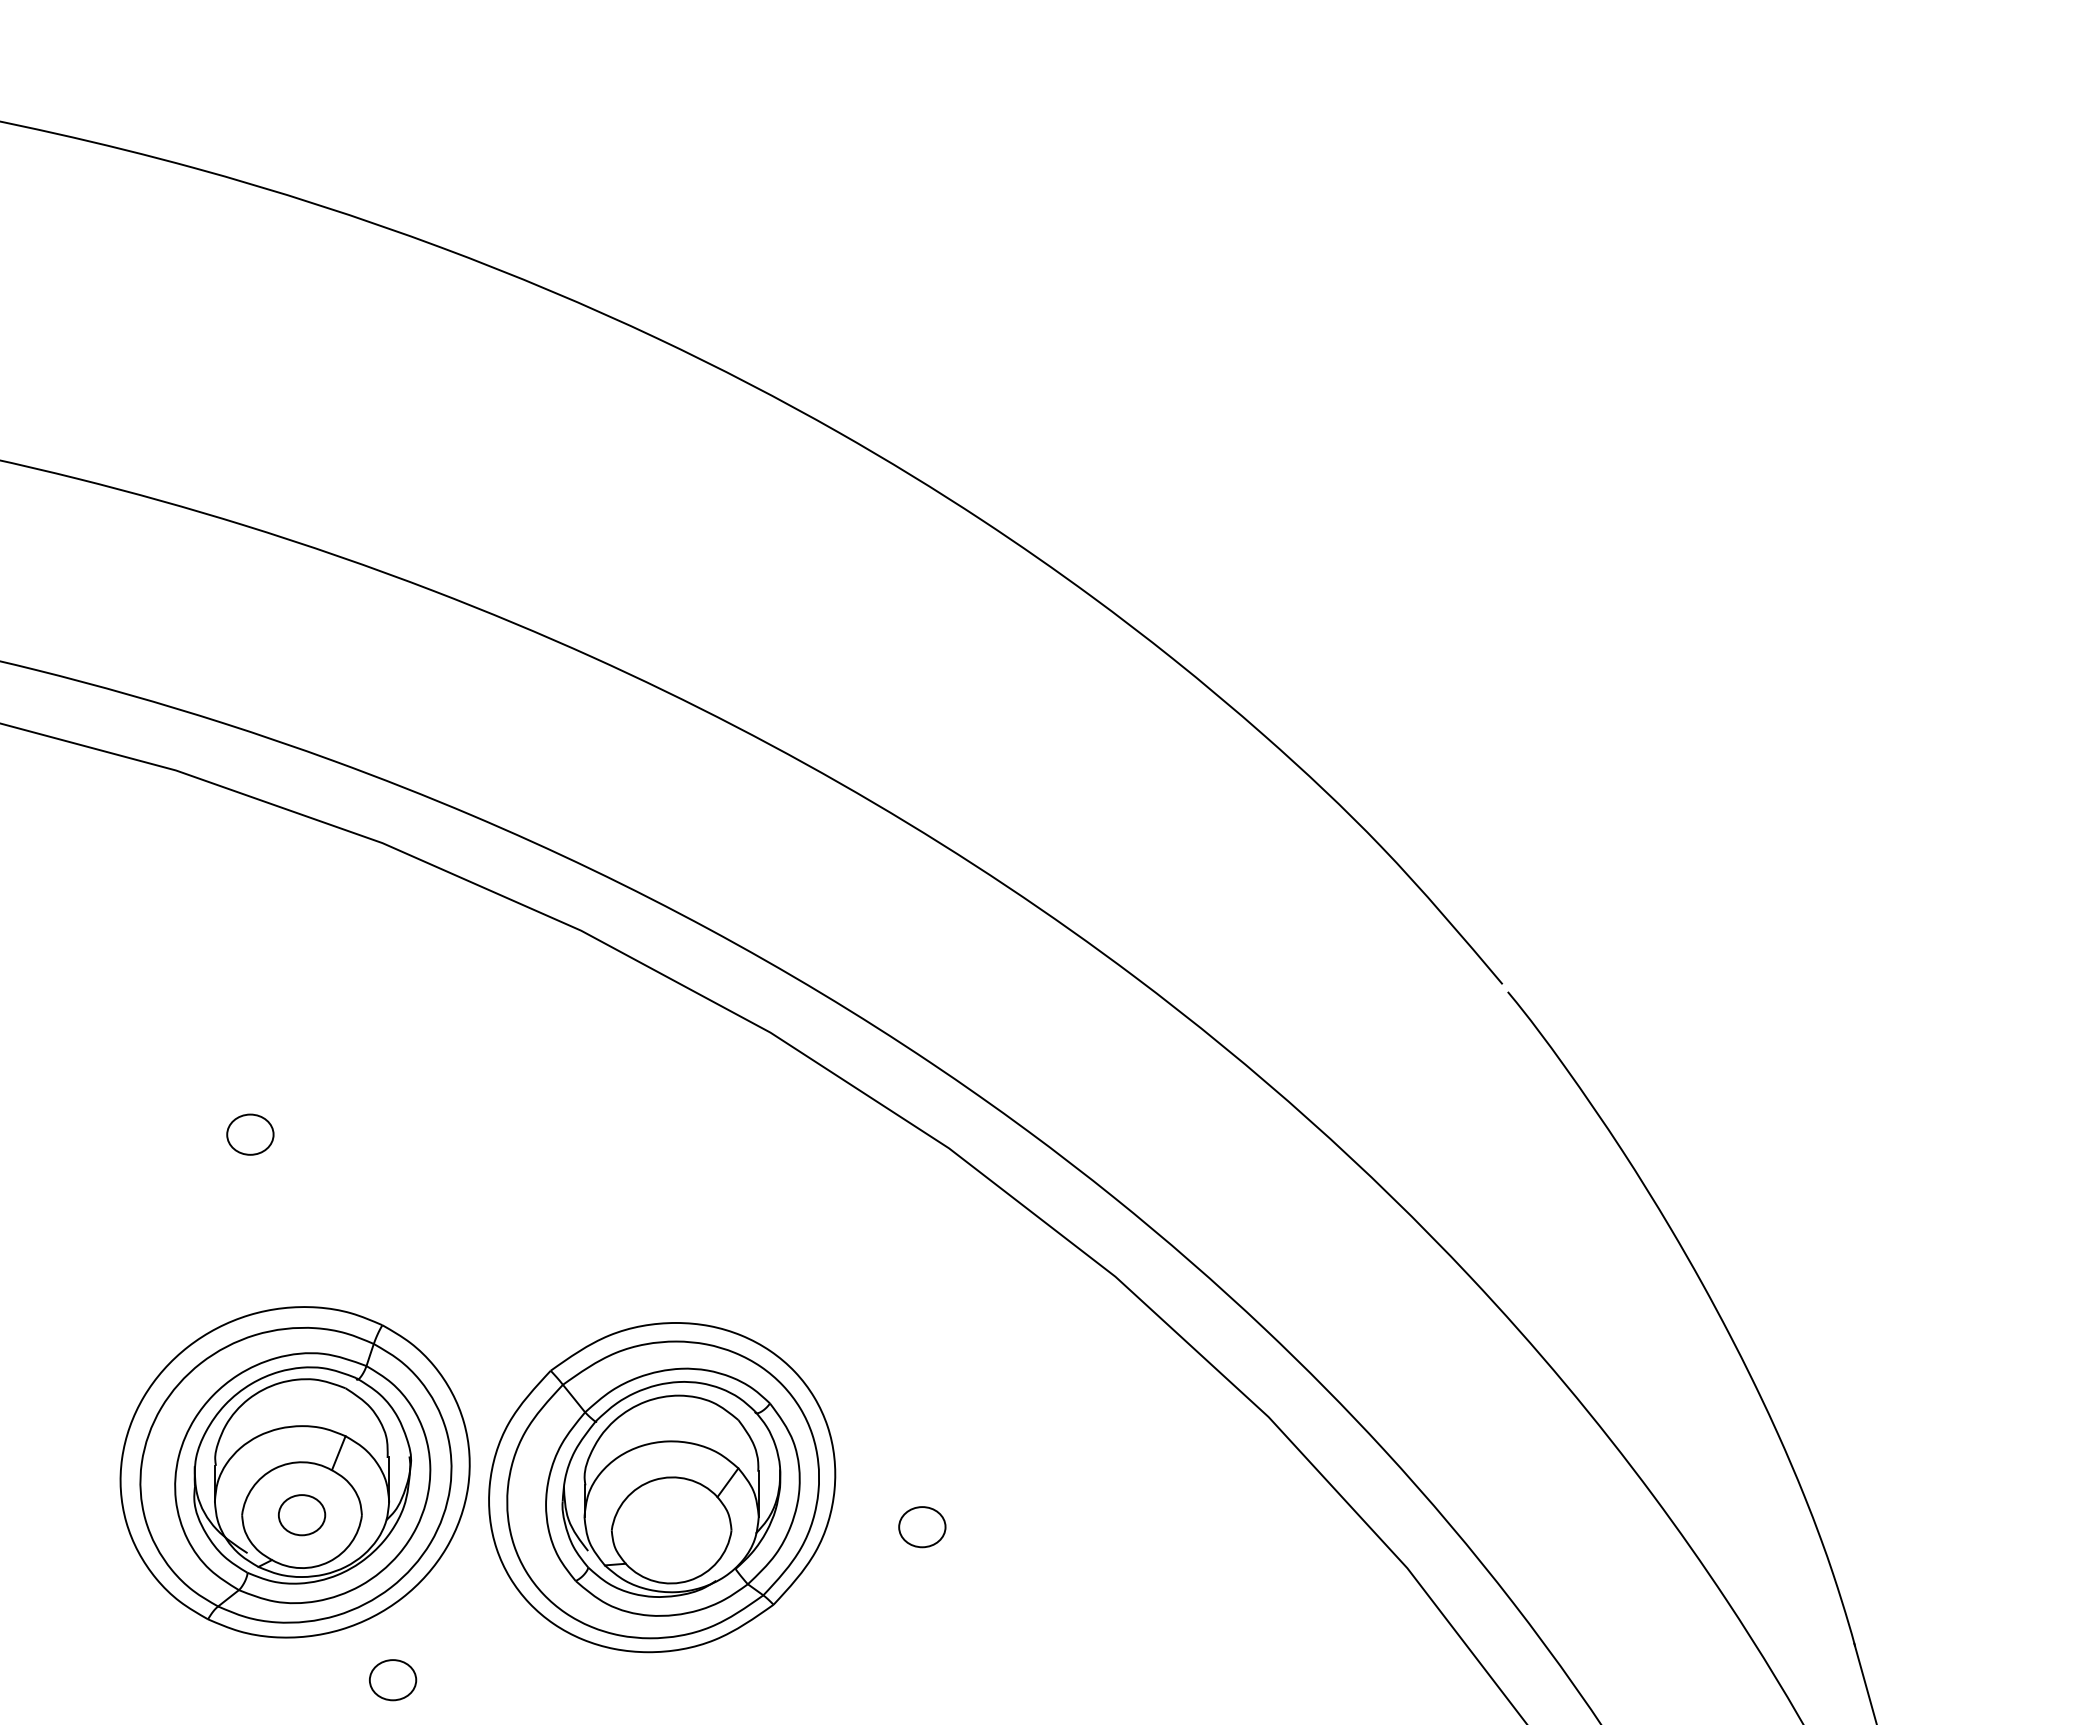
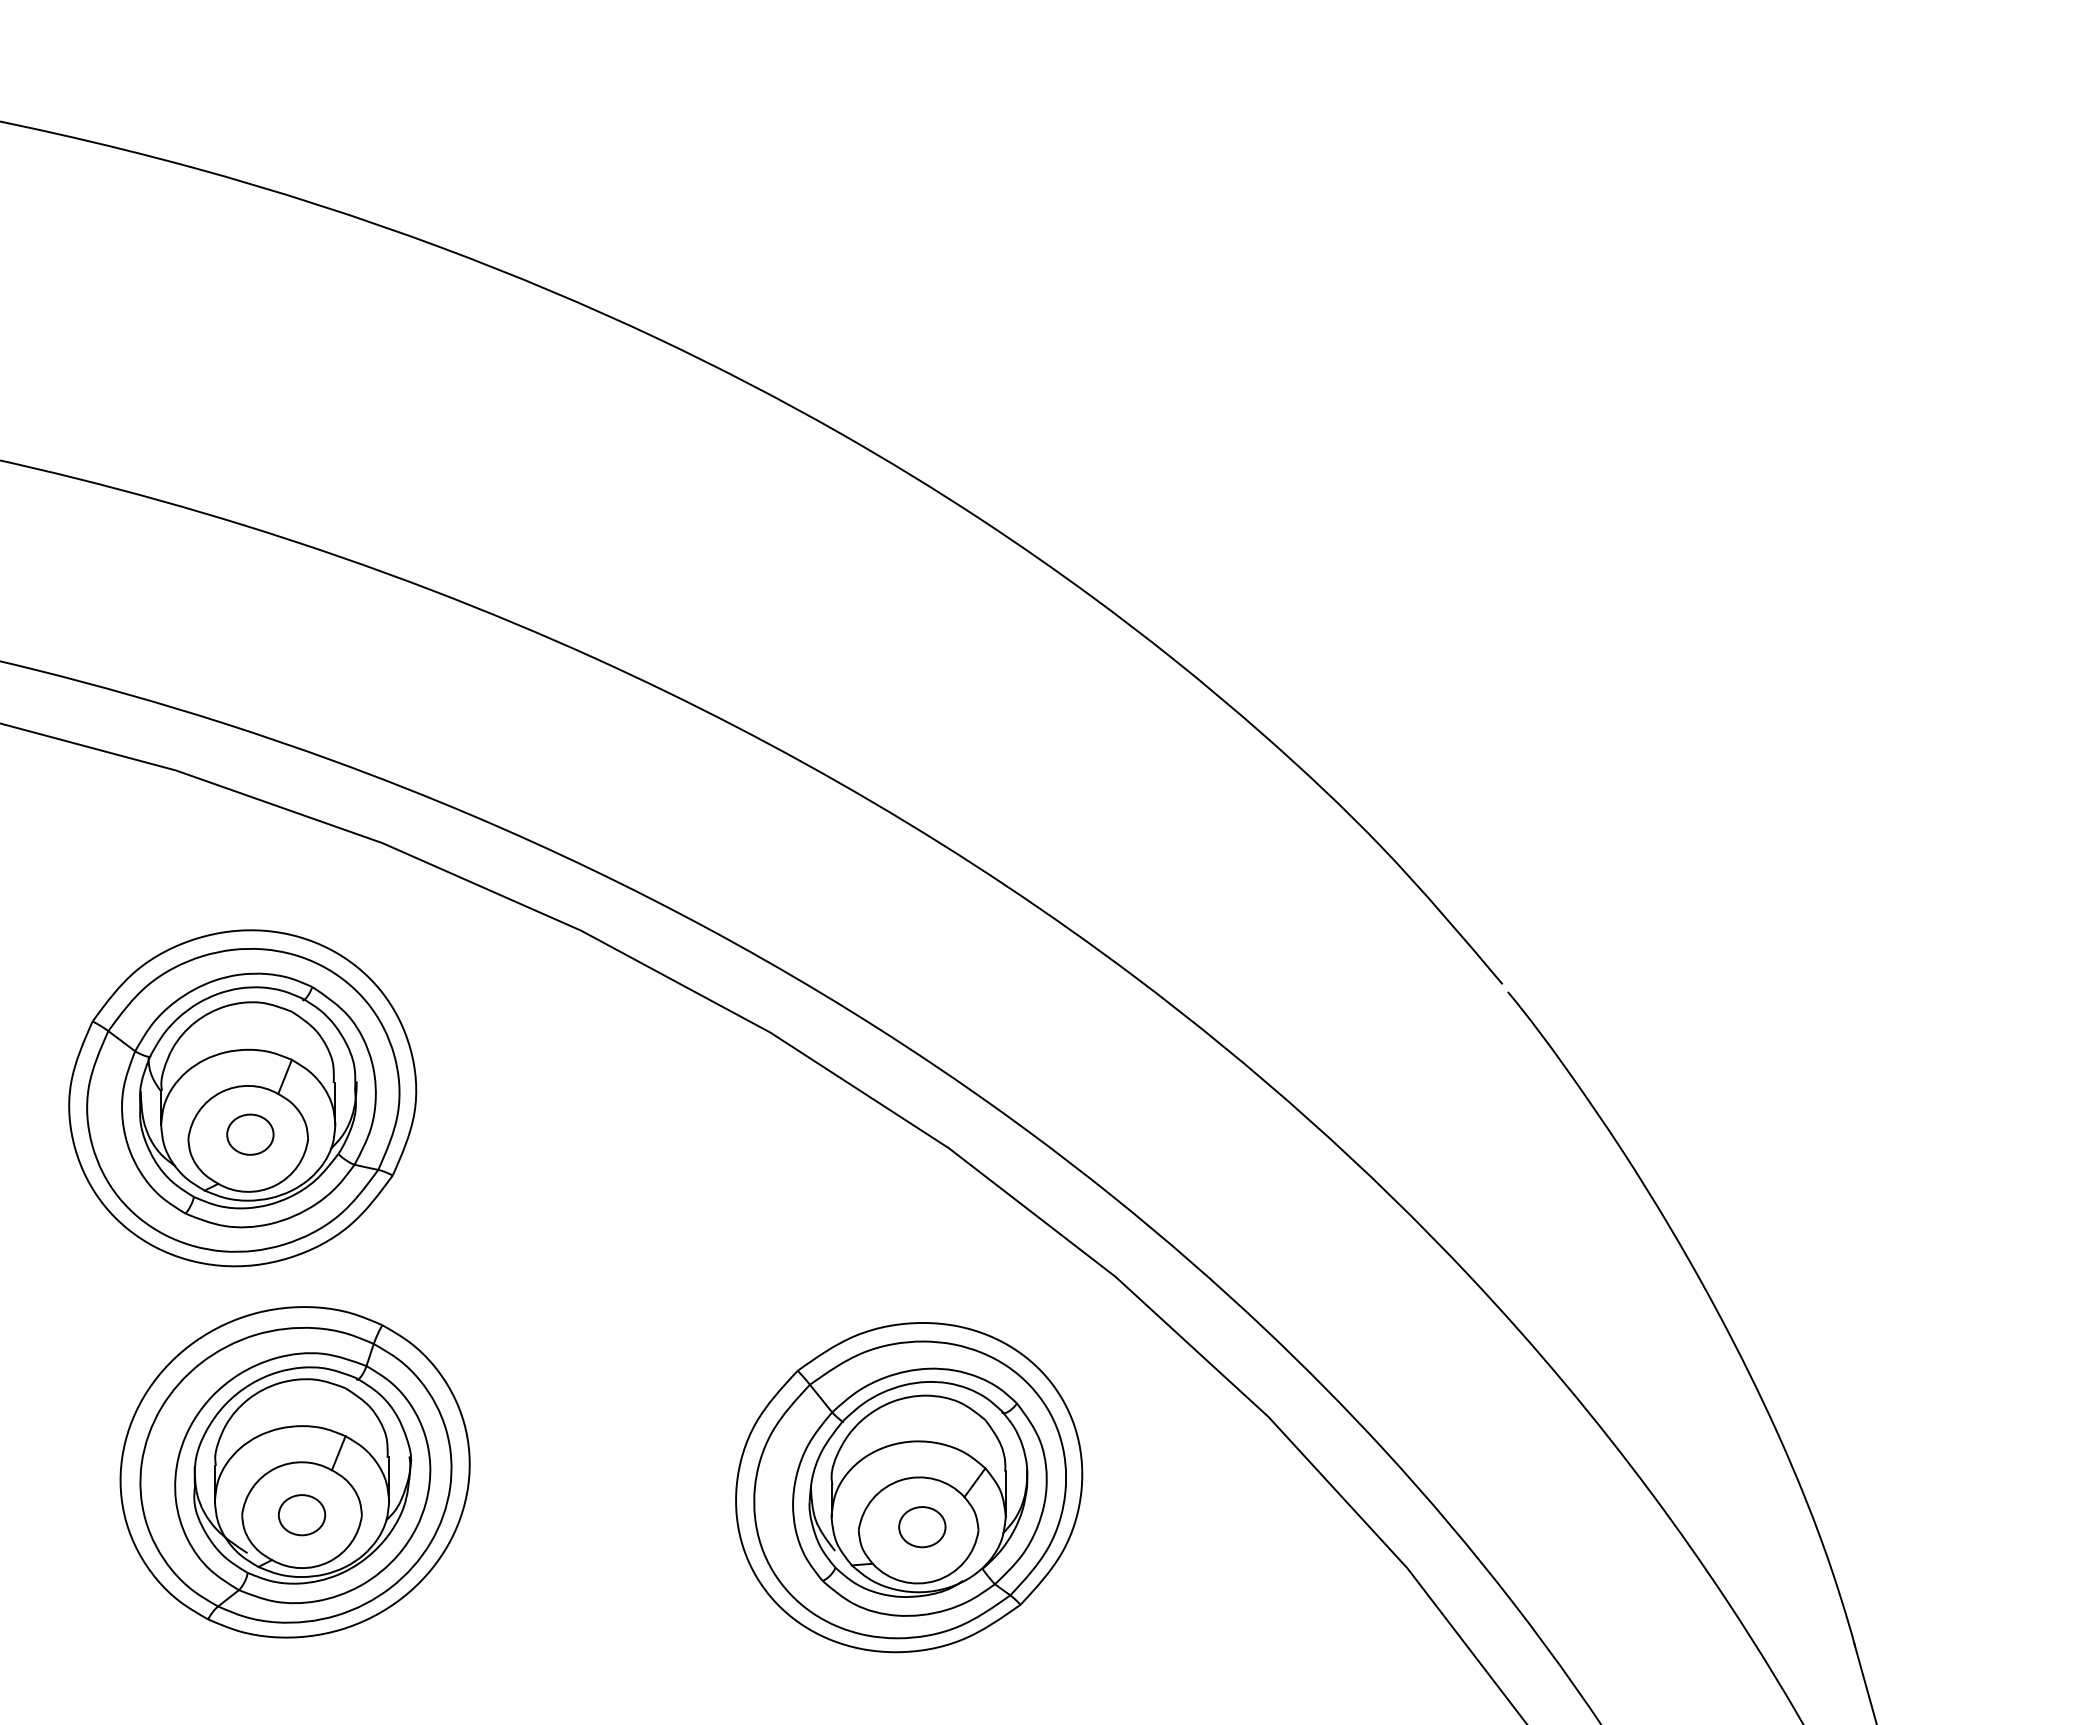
part at (242, 1098): none -> present
part at (662, 1487) position: (662, 1487) -> (909, 1487)
part at (393, 1680): present -> none
